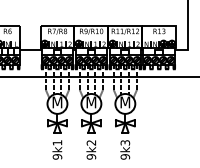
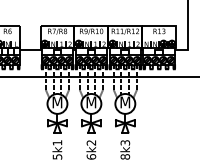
text at (56, 156): 9k1 -> 5k1
text at (91, 156): 9k2 -> 6k2
text at (125, 156): 9k3 -> 8k3
